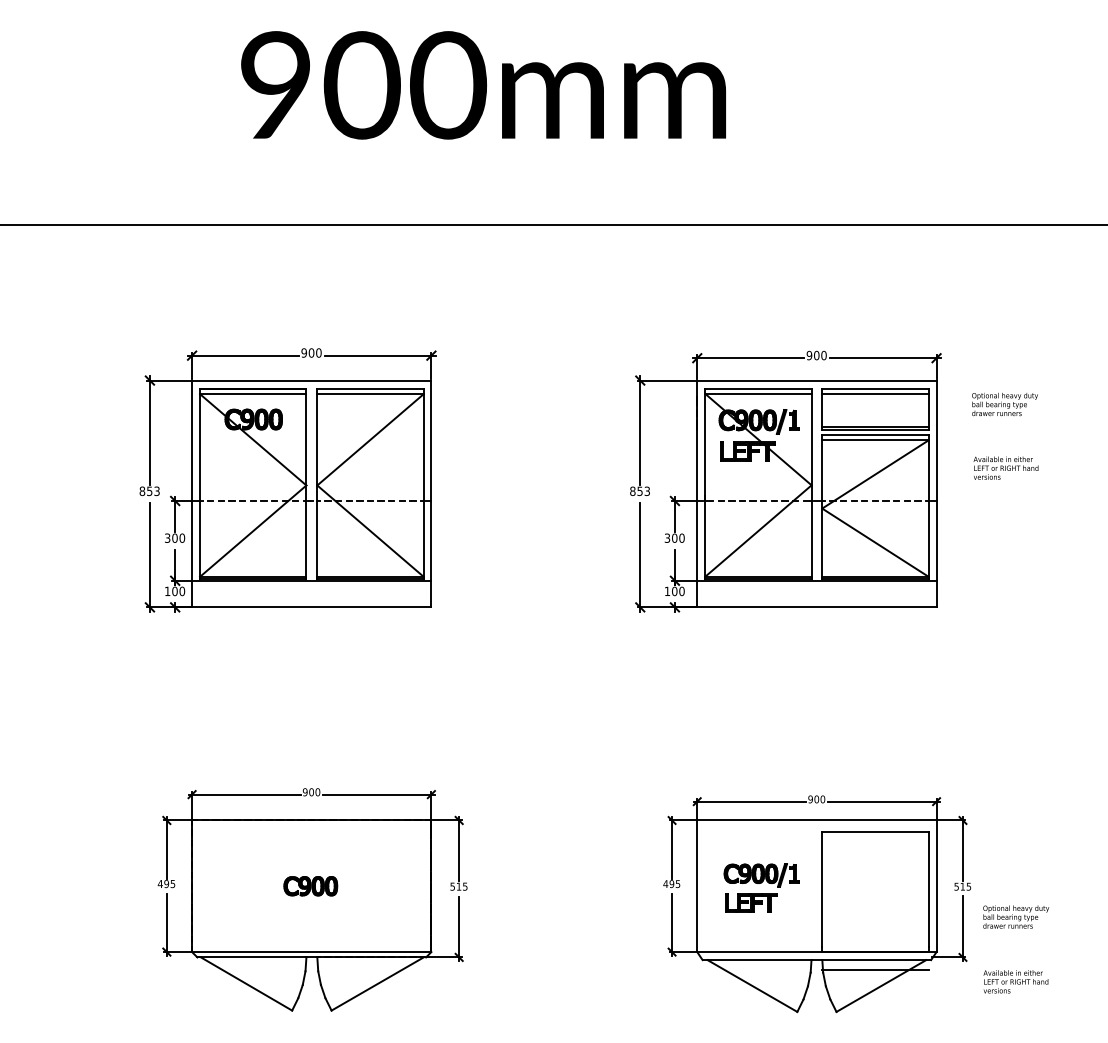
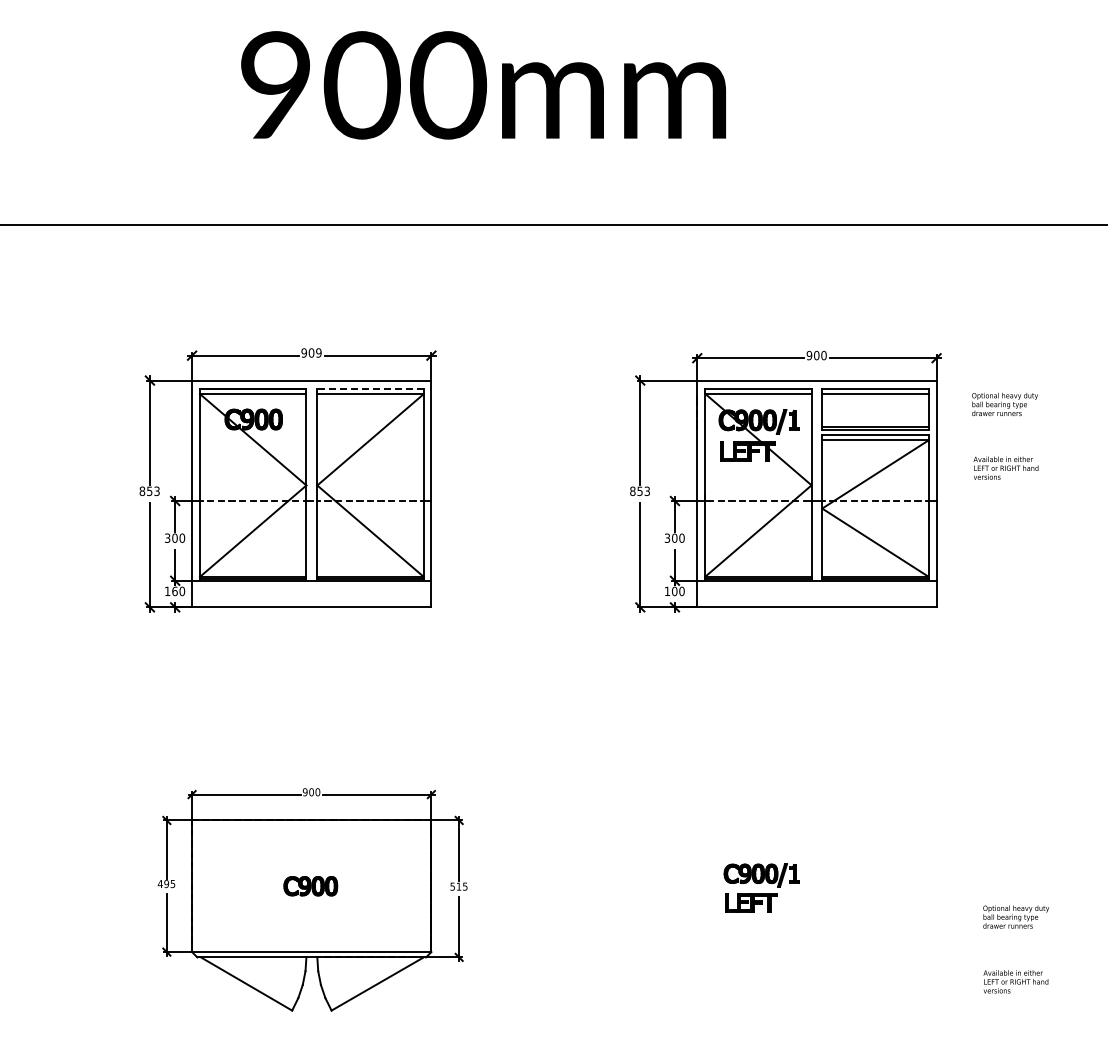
text at (318, 352): 900 -> 909
line at (370, 388): solid -> dashed
text at (174, 590): 100 -> 160
part at (817, 904): present -> none
